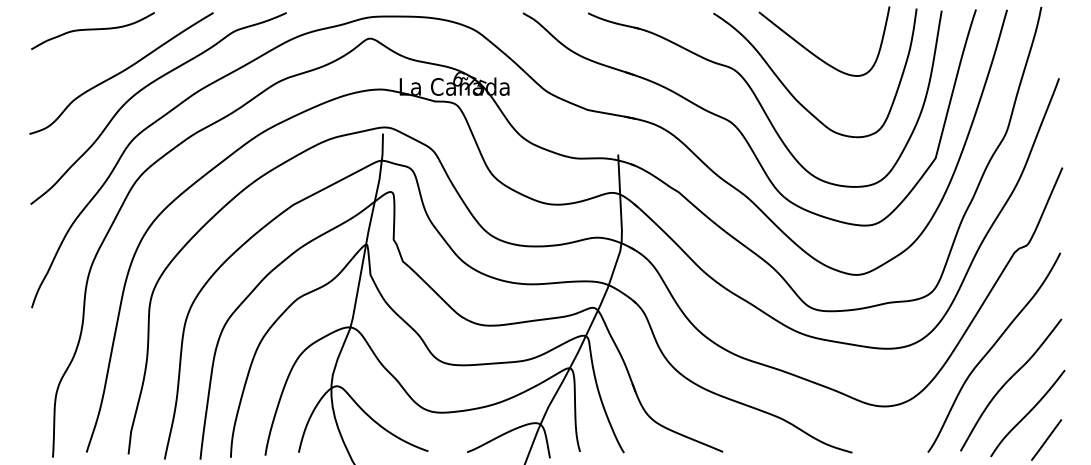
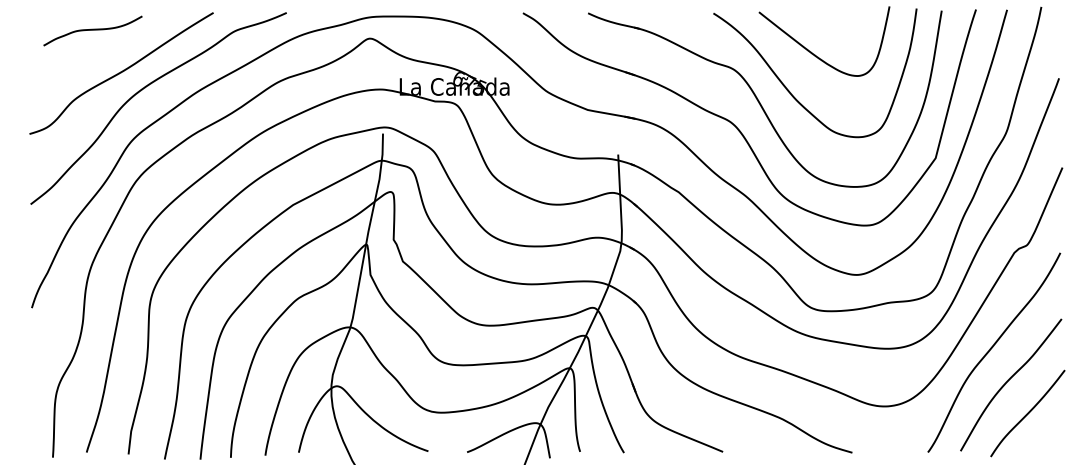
part at (92, 30) size: 124x38 px -> 100x32 px
line at (1046, 439): present -> none
